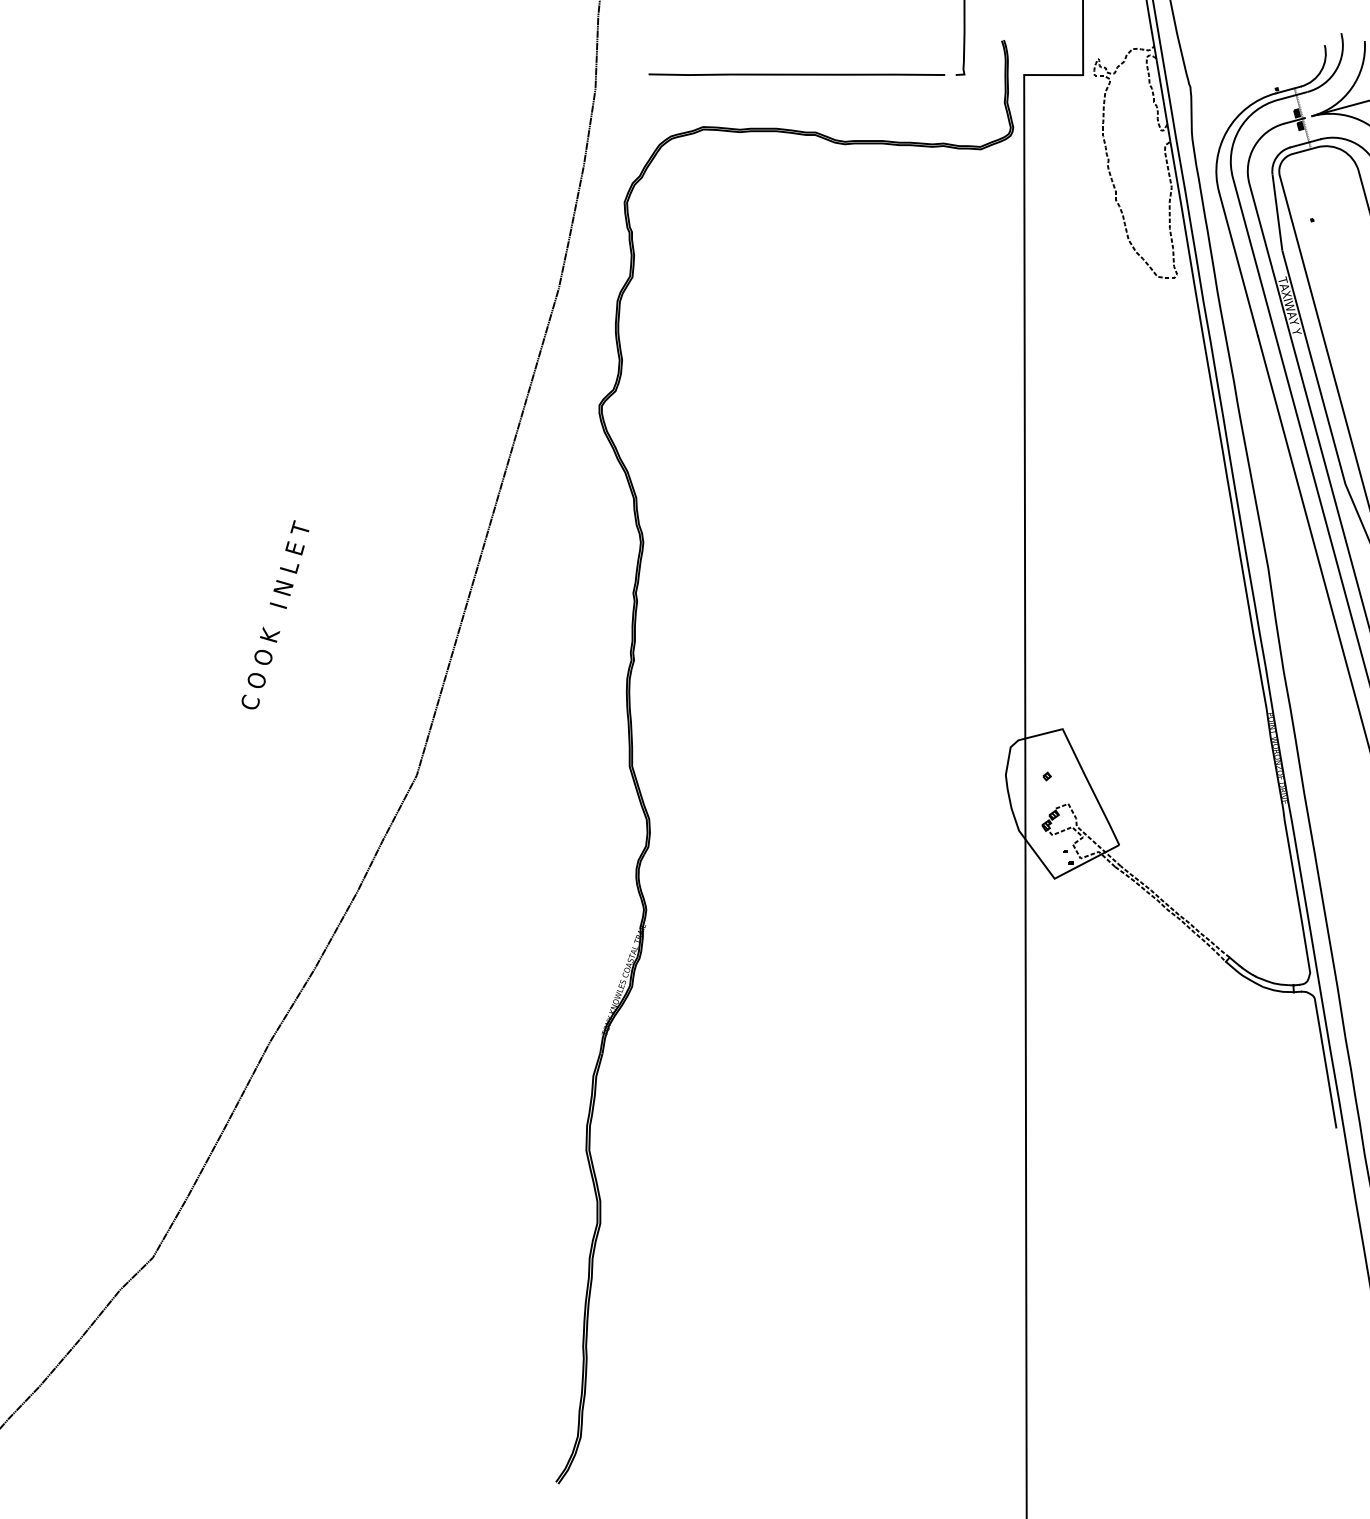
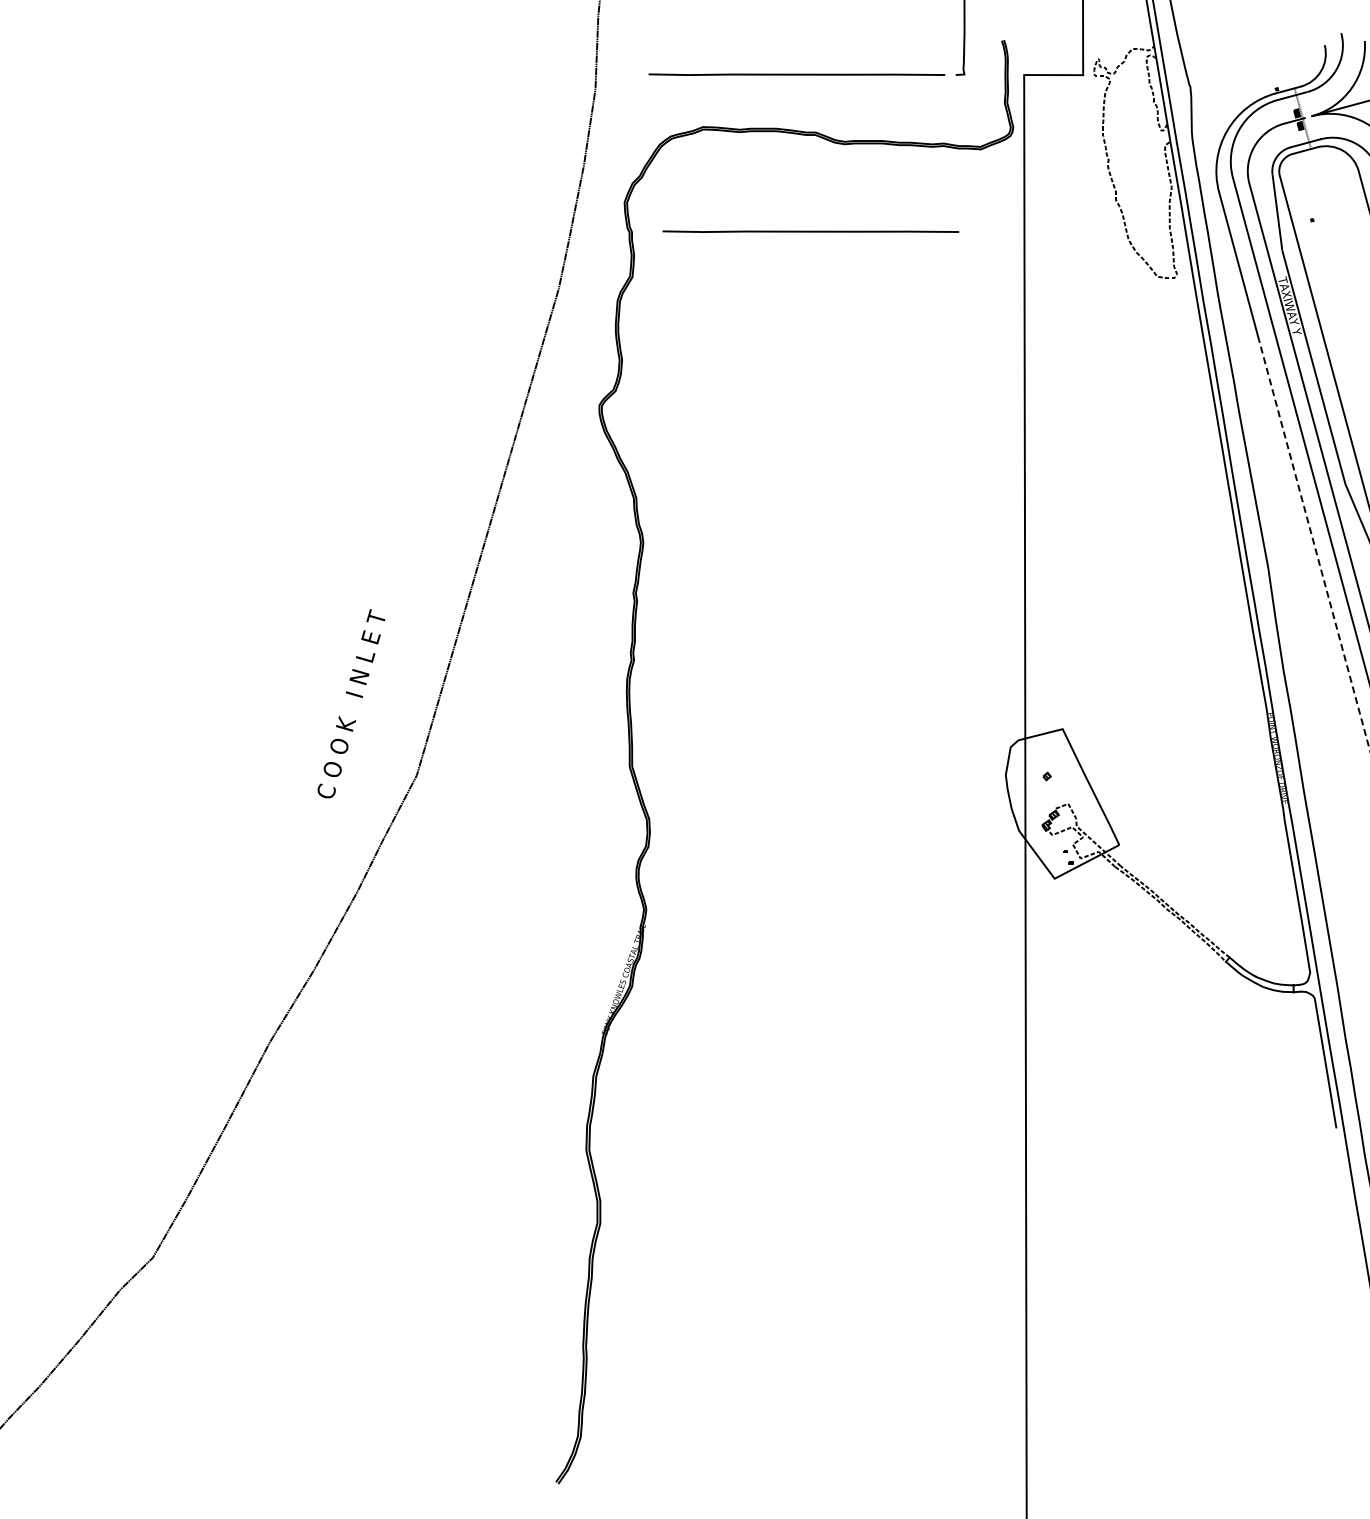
line at (810, 231): none -> present
line at (1314, 543): solid -> dashed
text at (275, 614) position: (275, 614) -> (351, 703)
